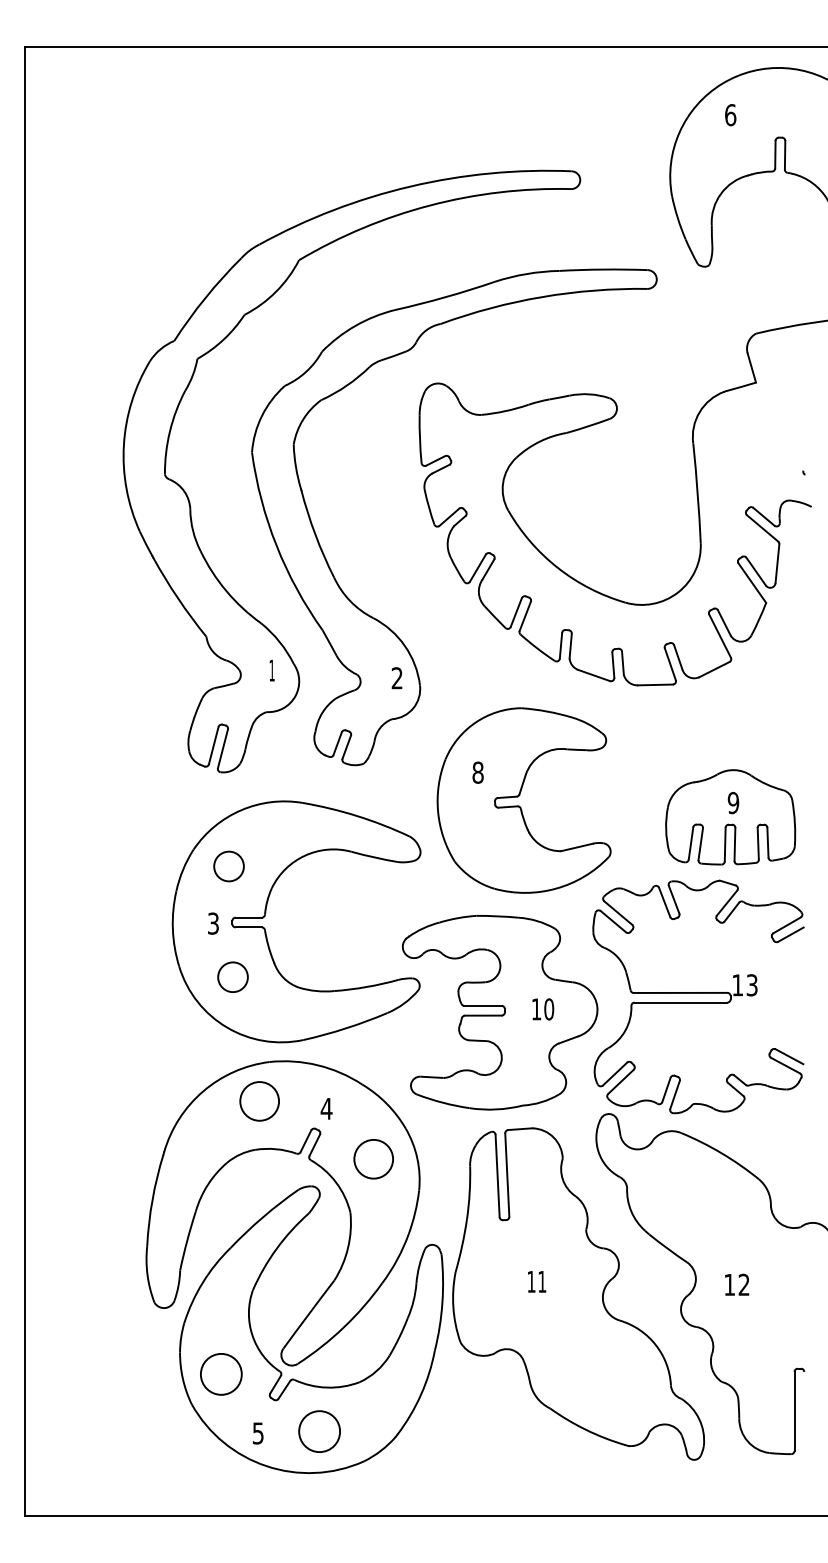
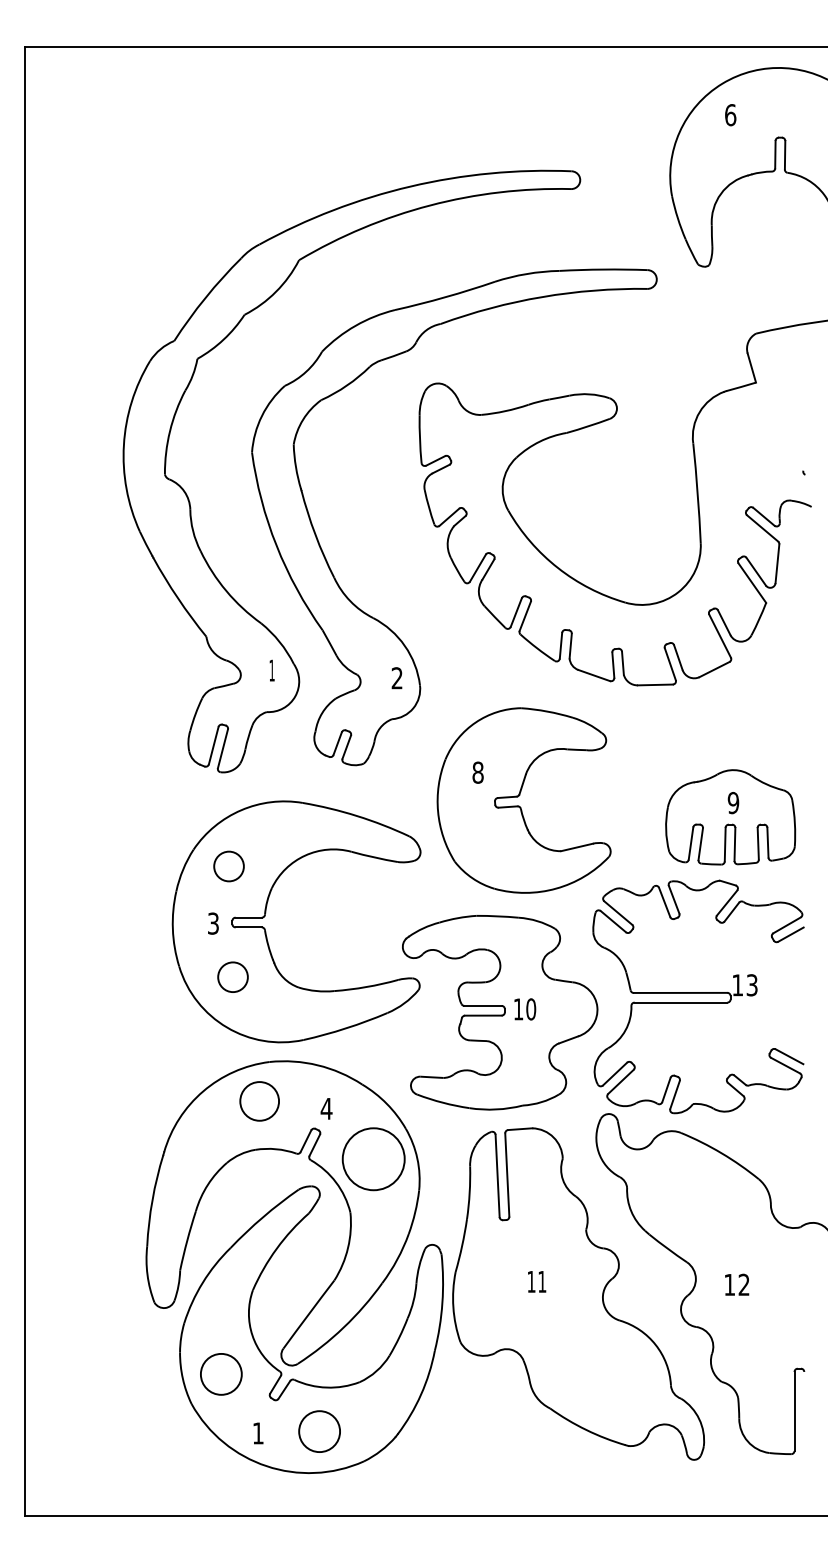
text at (543, 1009) position: (543, 1009) -> (525, 1009)
circle at (373, 1158) diameter: 39 px -> 62 px
text at (257, 1433): 5 -> 1
